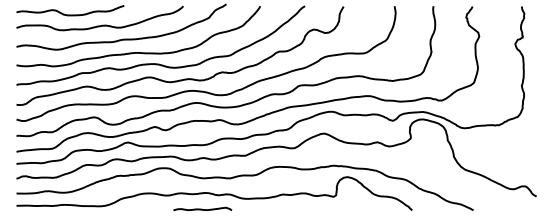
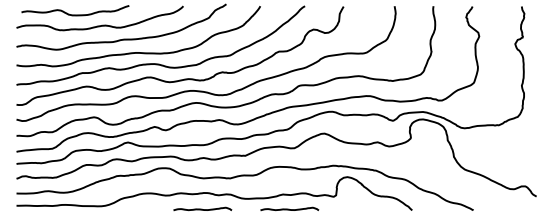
curve at (70, 14) position: (70, 14) -> (75, 14)
curve at (289, 208): none -> present
